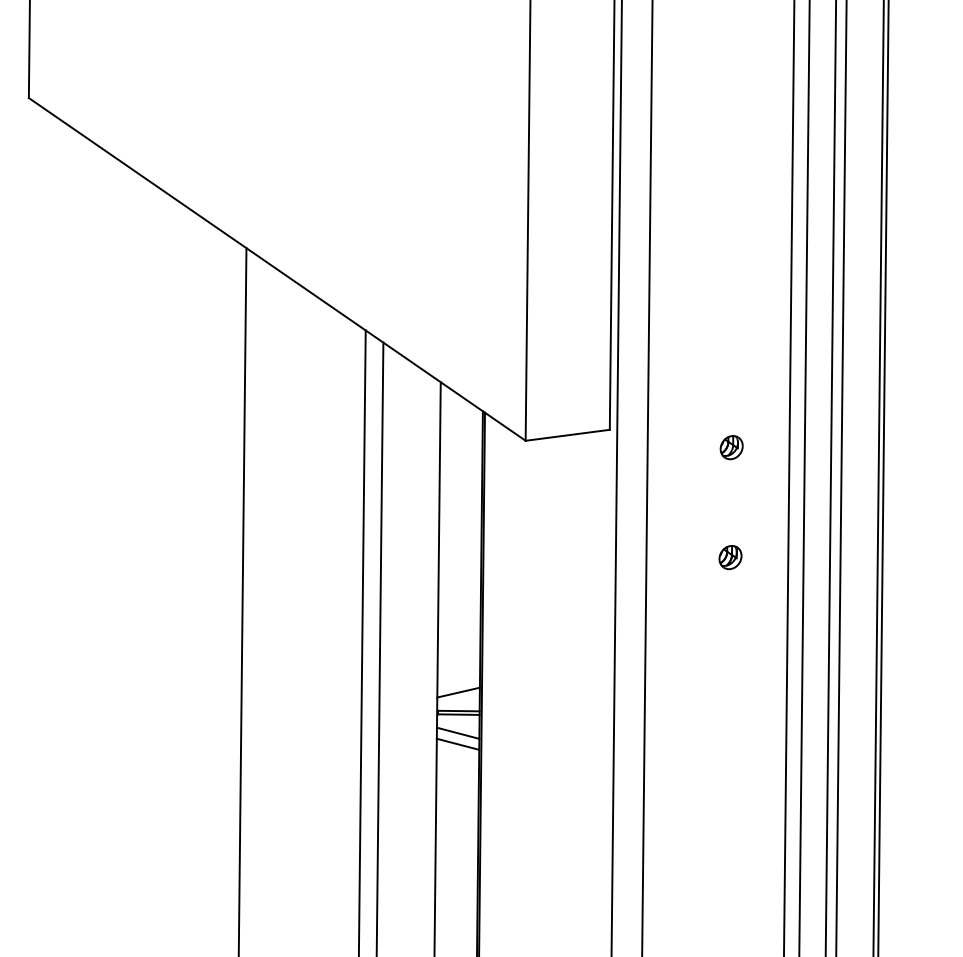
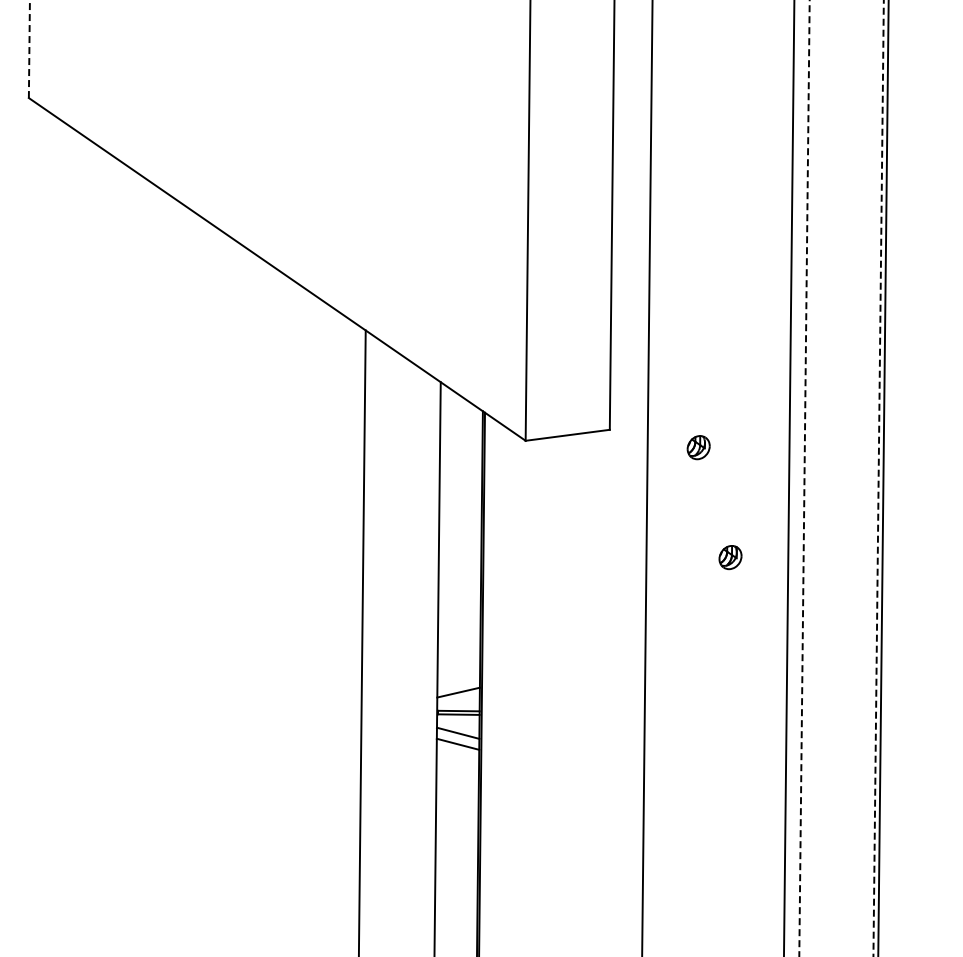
line at (29, 49): solid -> dashed
part at (731, 447) position: (731, 447) -> (698, 447)
line at (616, 477): present -> none
line at (830, 477): present -> none
line at (841, 477): present -> none
line at (804, 478): solid -> dashed
line at (878, 478): solid -> dashed
line at (242, 600): present -> none
line at (379, 647): present -> none
